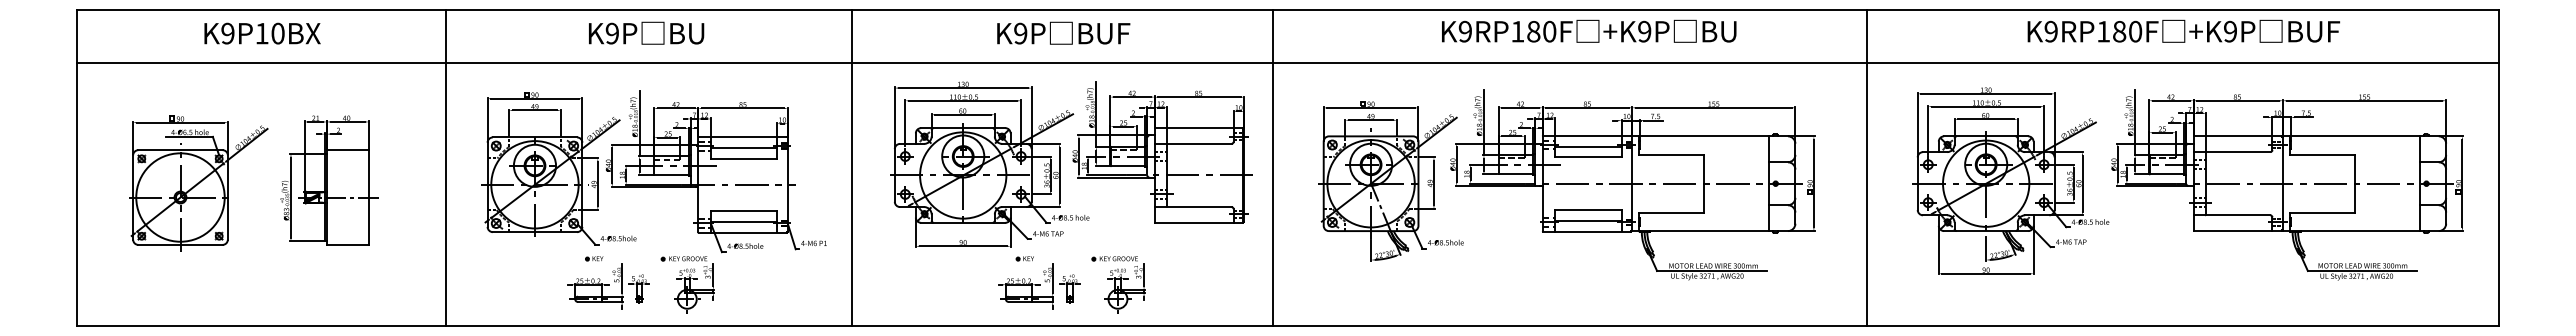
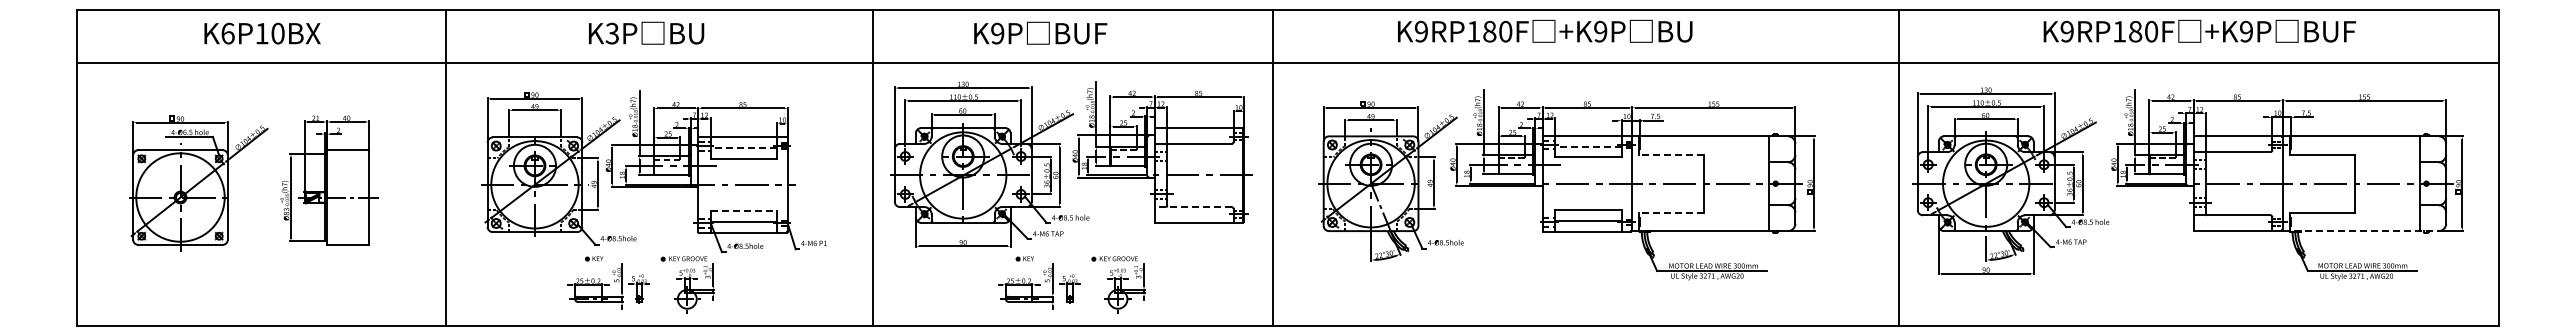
text at (1589, 30) position: (1589, 30) -> (1545, 30)
text at (2183, 30) position: (2183, 30) -> (2199, 30)
text at (1063, 32) position: (1063, 32) -> (1040, 32)
text at (227, 33): K9P10BX -> K6P10BX
text at (611, 33): K9P -> K3P
line at (1588, 146): solid -> dashed
line at (743, 147): solid -> dashed
line at (1671, 154): solid -> dashed
line at (852, 167) position: (852, 167) -> (873, 167)
line at (1867, 167) position: (1867, 167) -> (1899, 167)
line at (1192, 207): solid -> dashed
line at (744, 211): solid -> dashed
line at (1671, 212): solid -> dashed
line at (2360, 231): solid -> dashed
